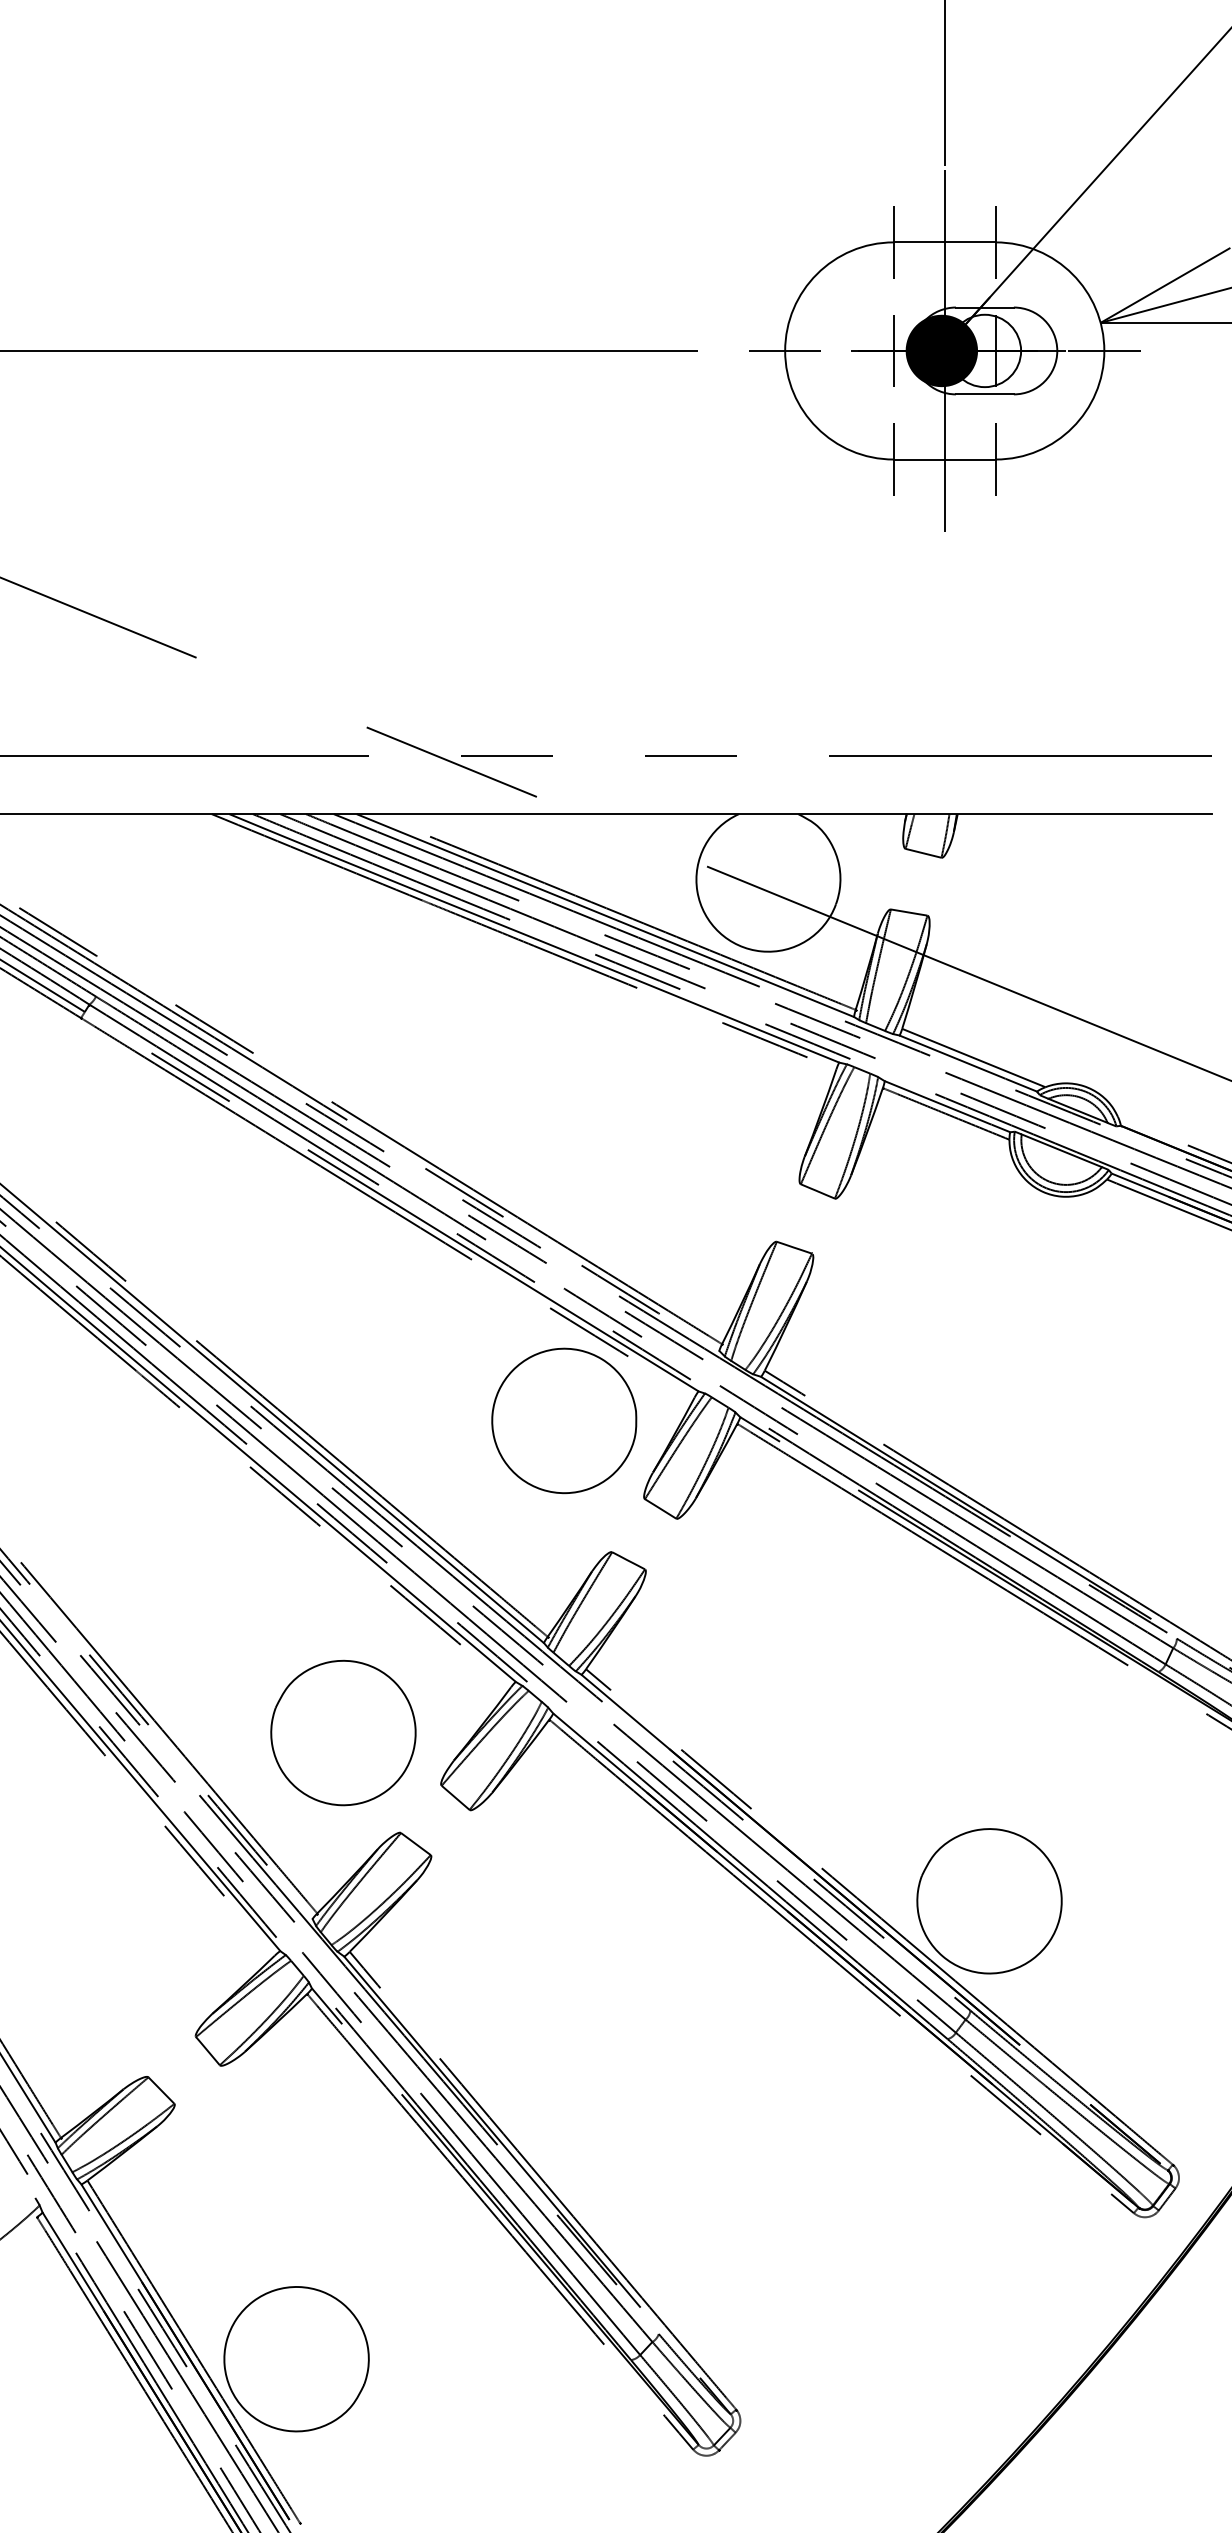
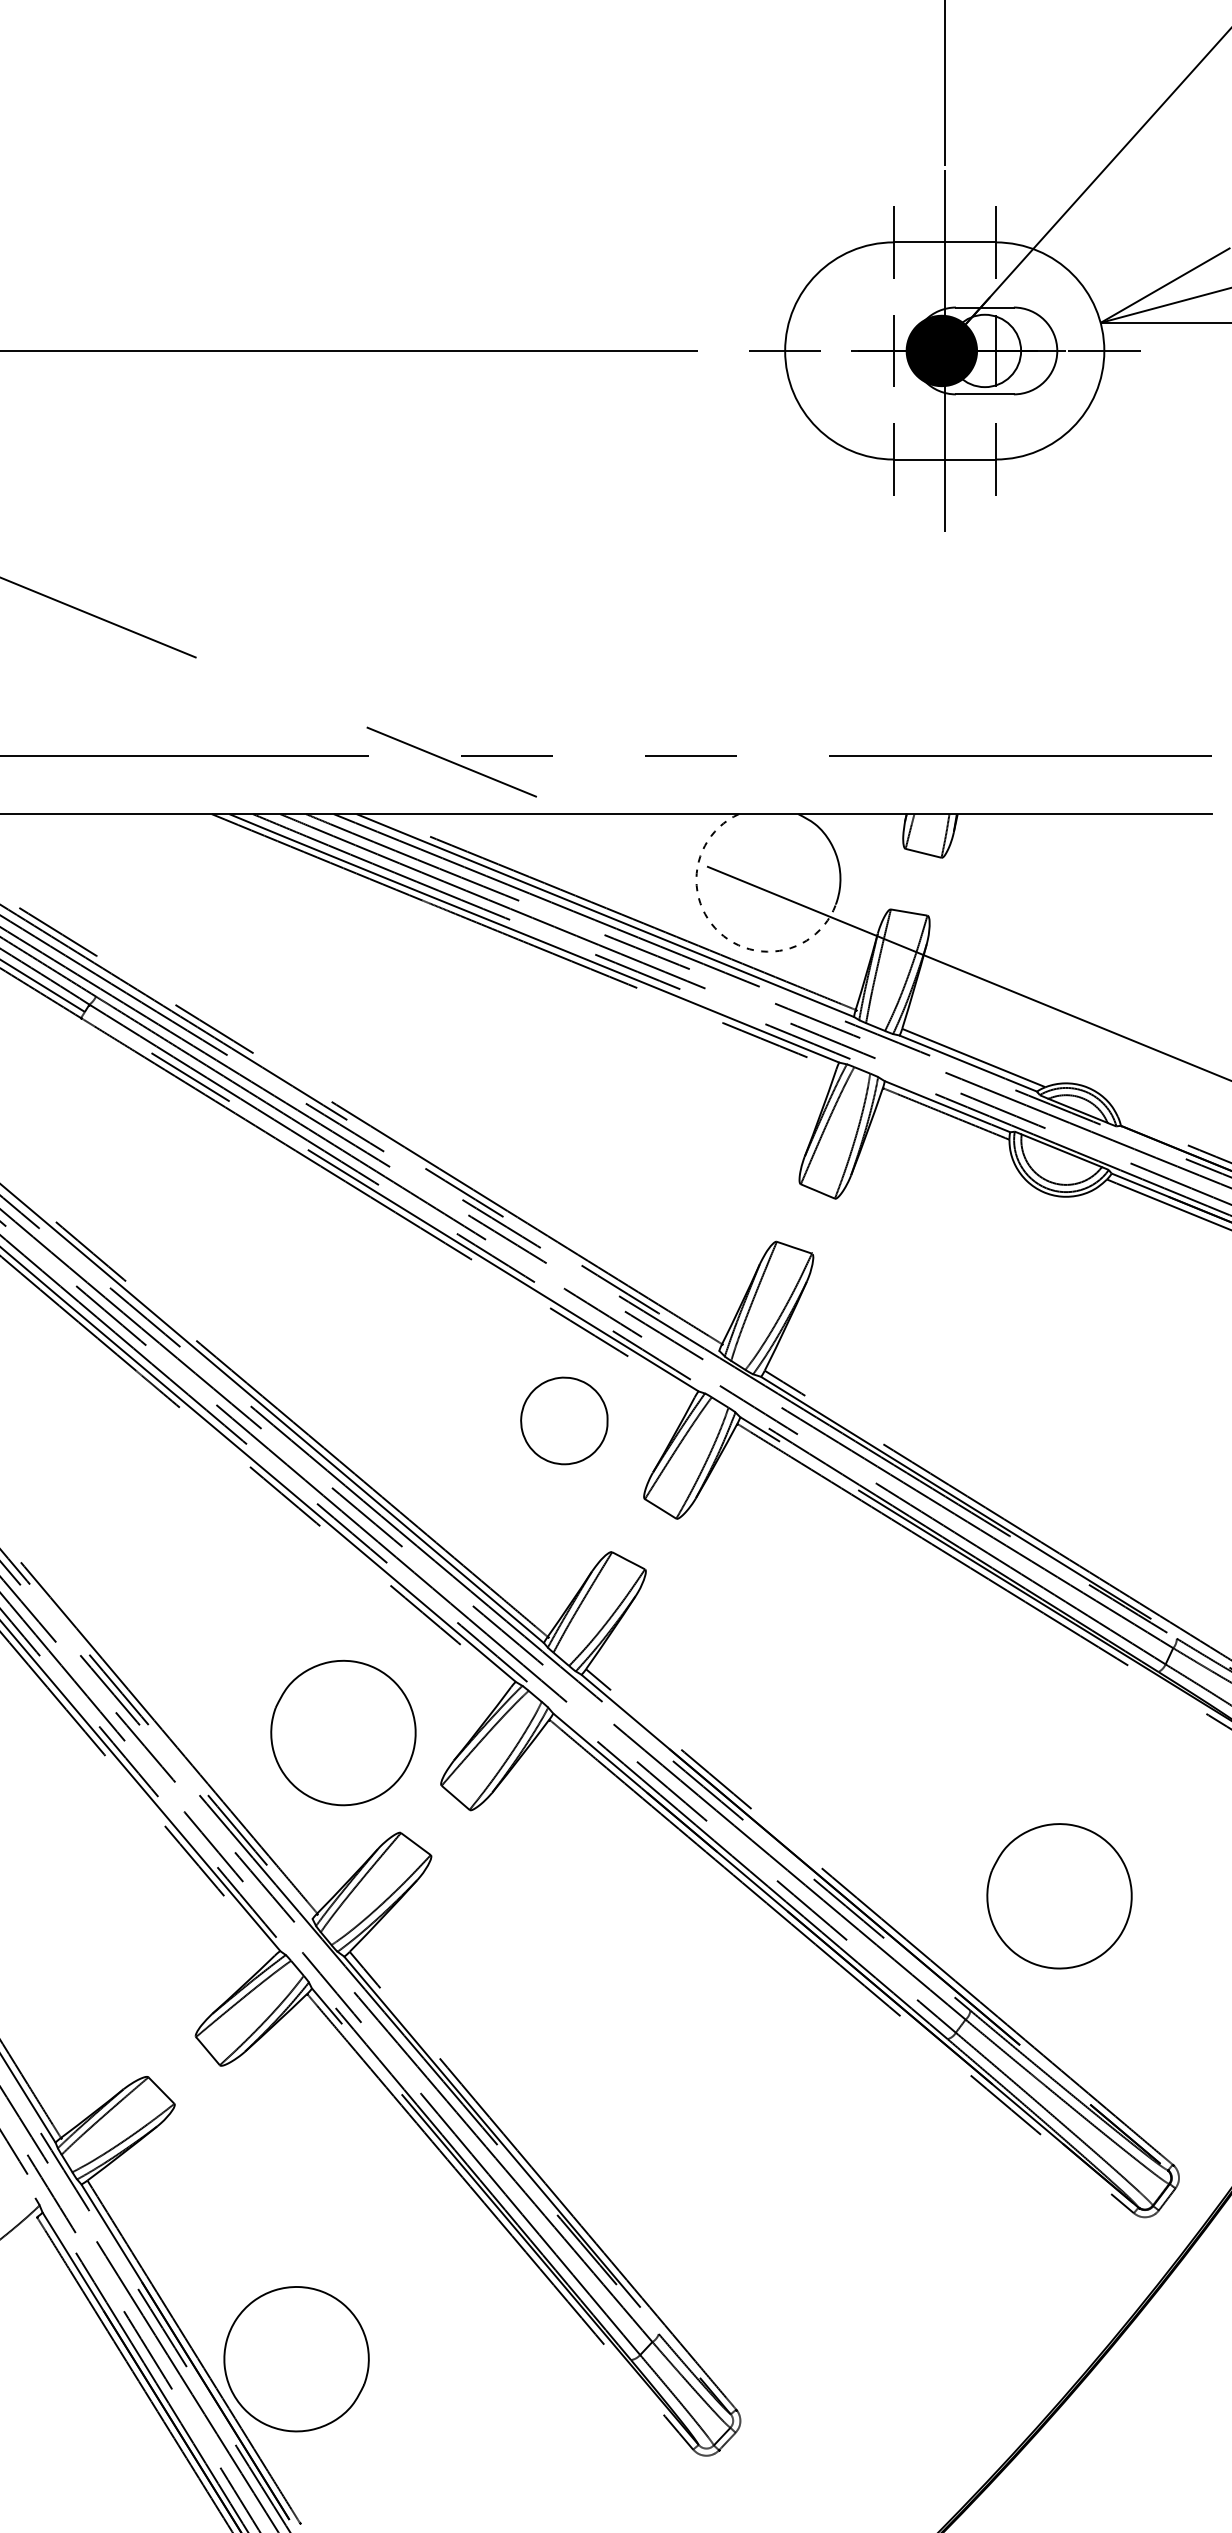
arc at (719, 932): solid -> dashed
part at (564, 1420) size: 147x148 px -> 89x90 px
part at (989, 1901) position: (989, 1901) -> (1059, 1896)
